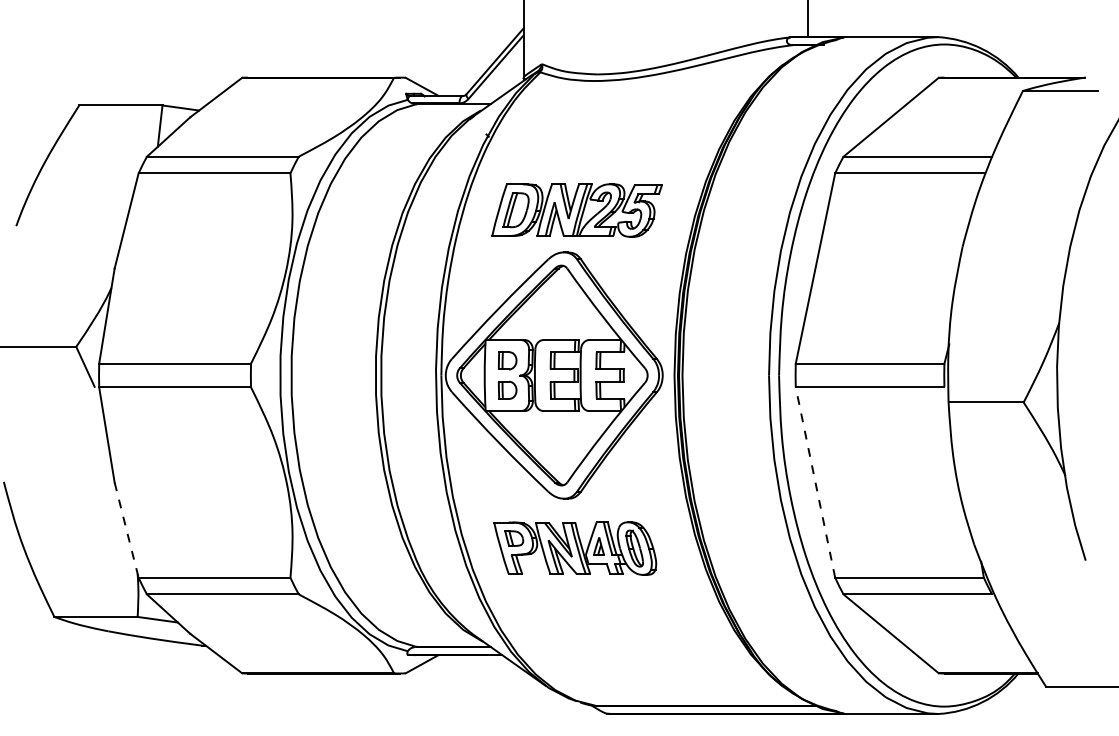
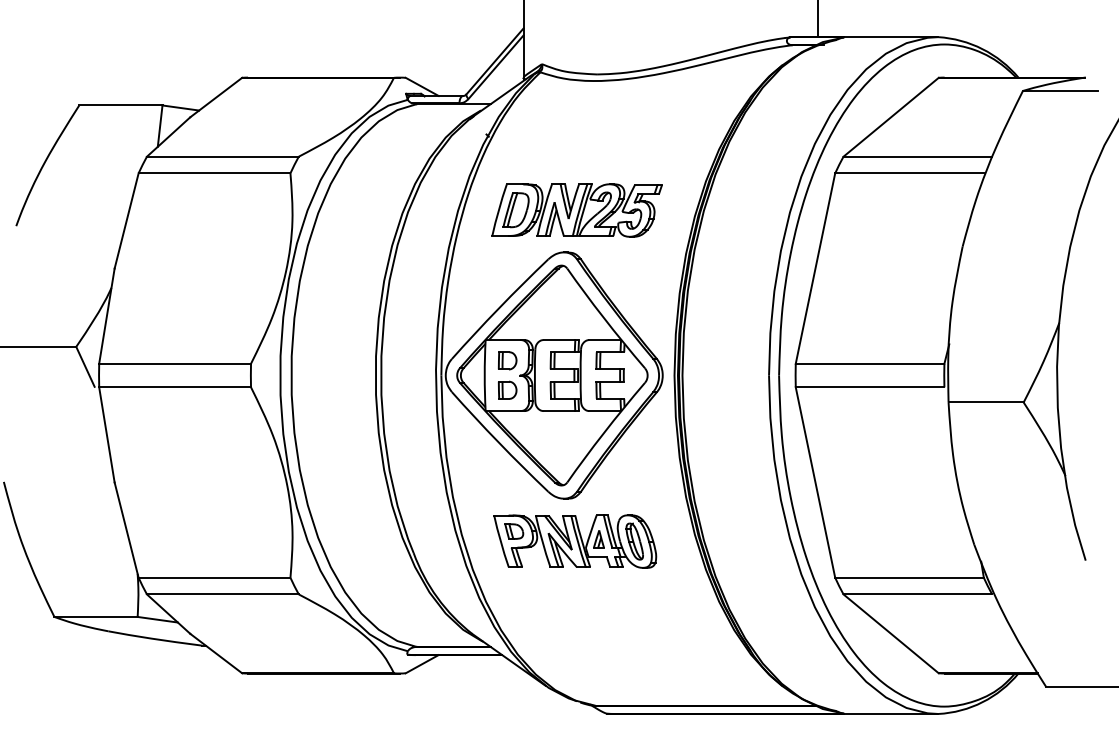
line at (807, 19) position: (807, 19) -> (817, 19)
line at (815, 482): dashed -> solid
line at (126, 530): dashed -> solid
part at (575, 548) position: (575, 548) -> (575, 541)
